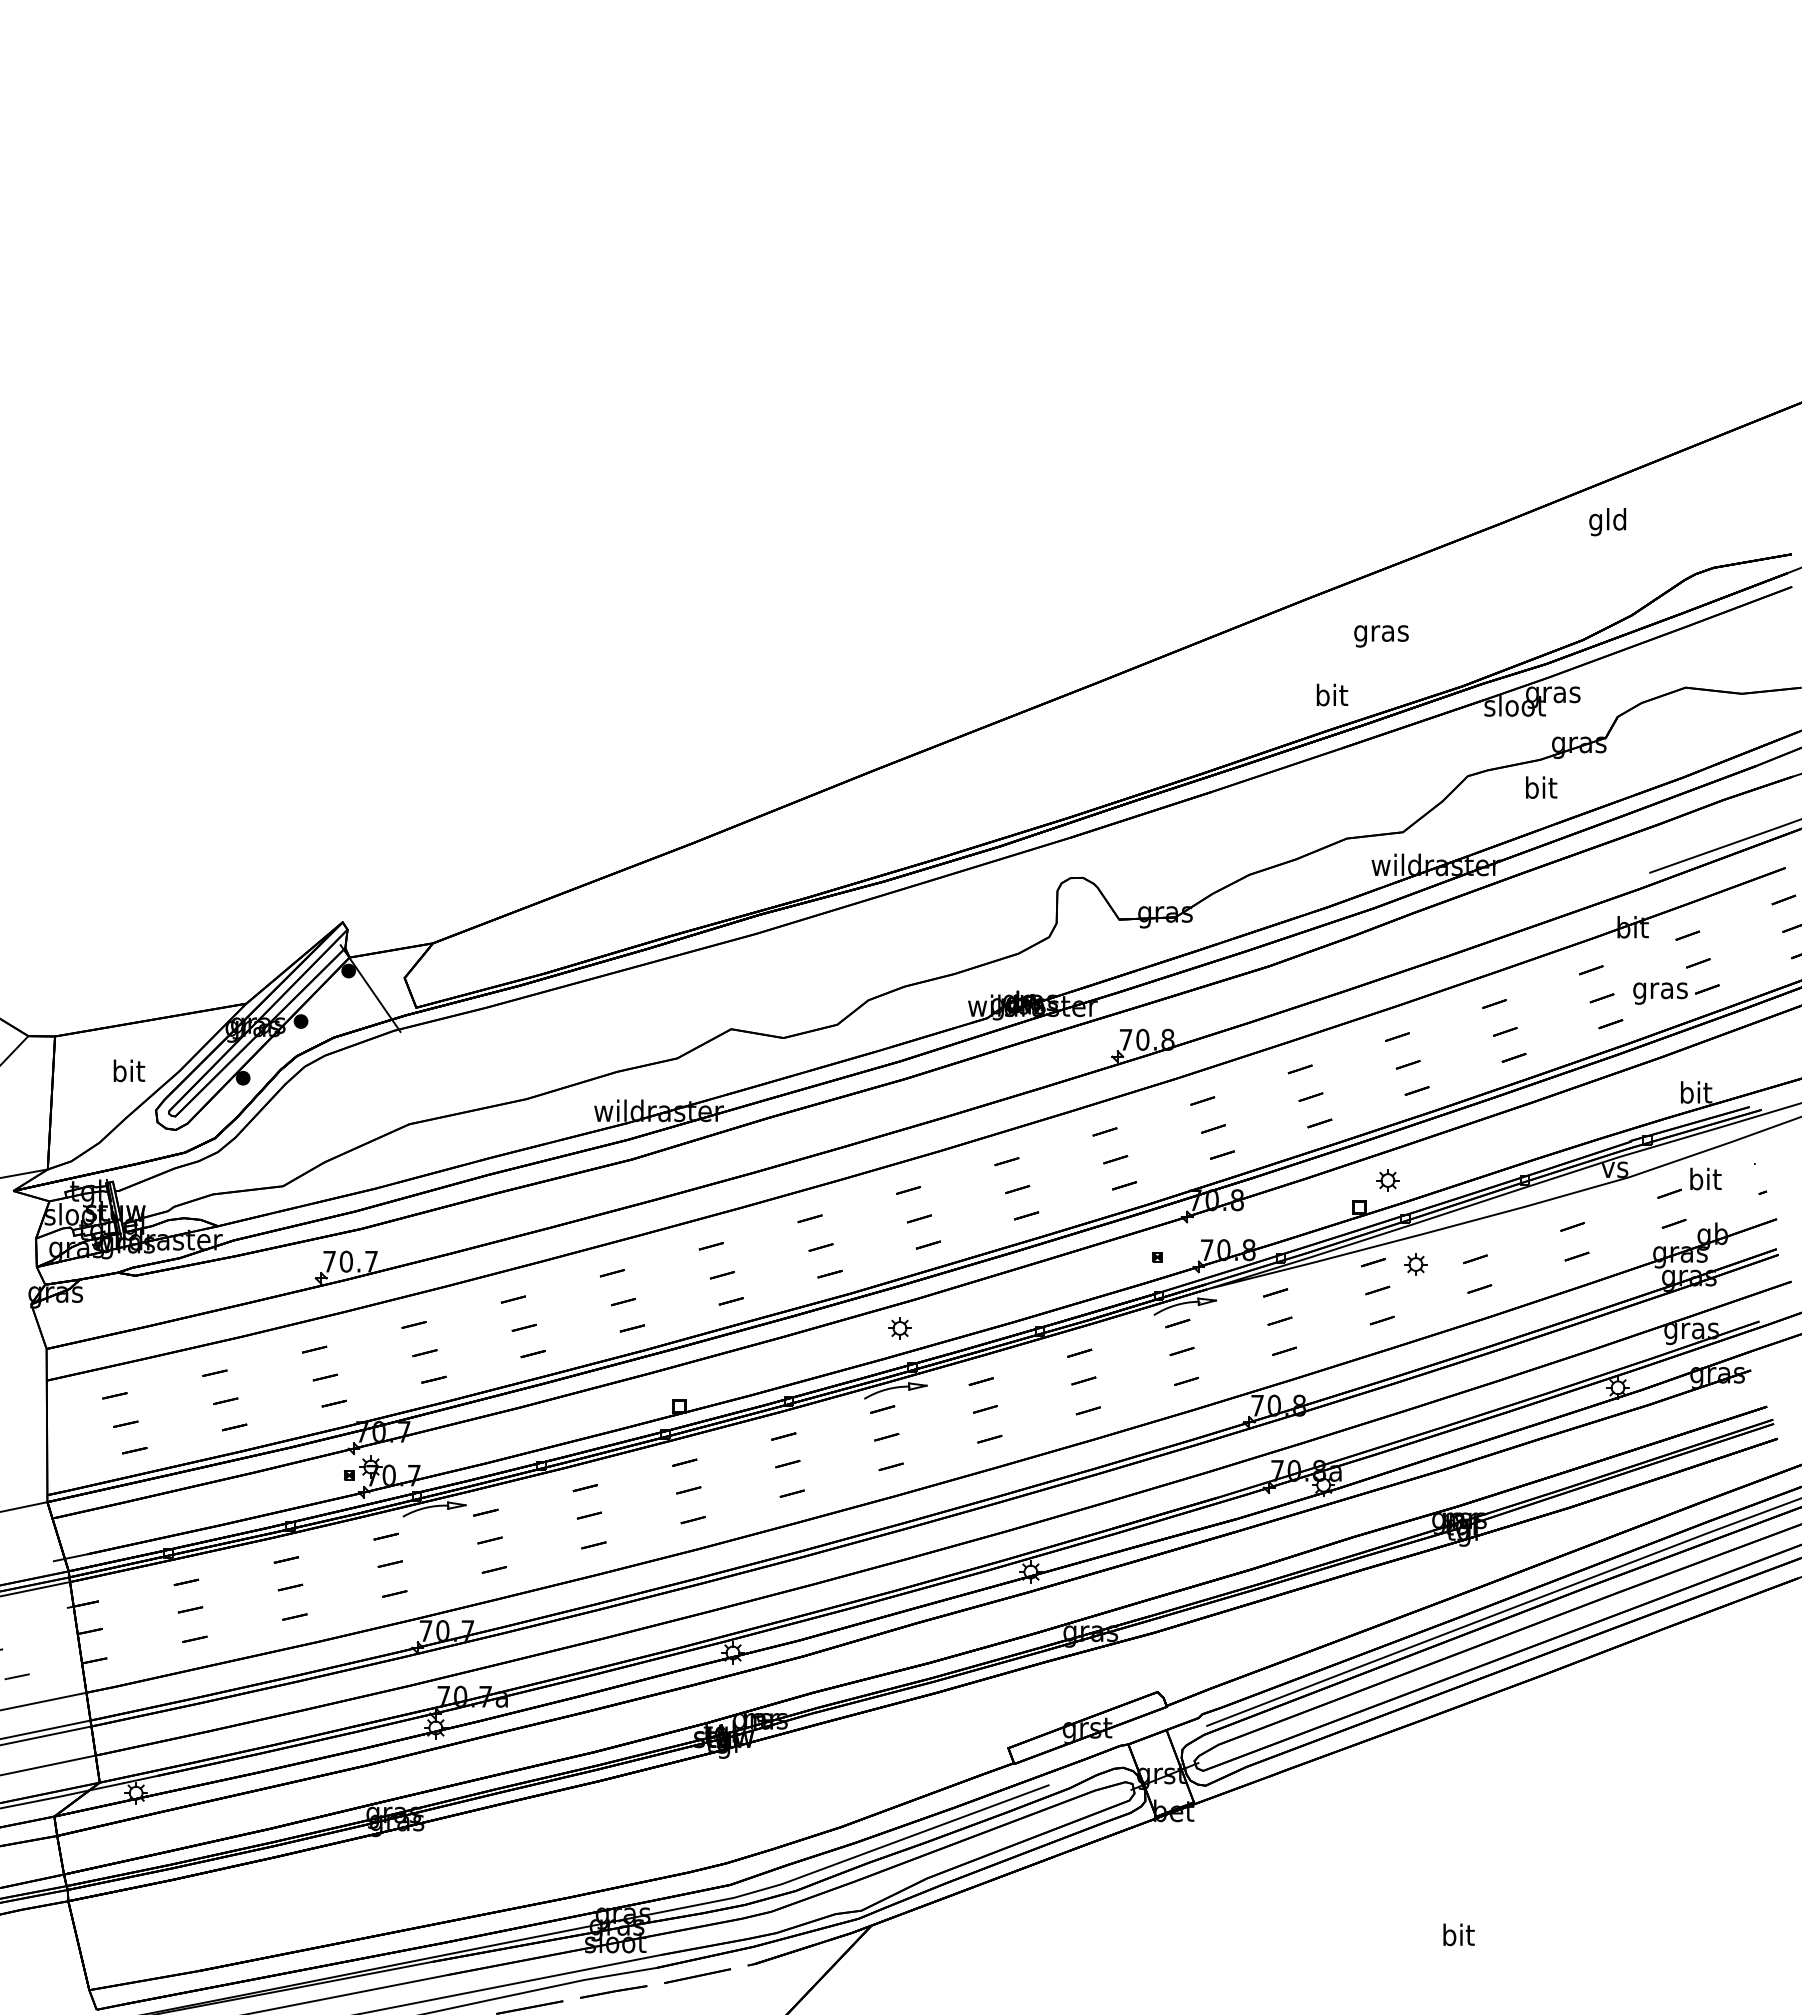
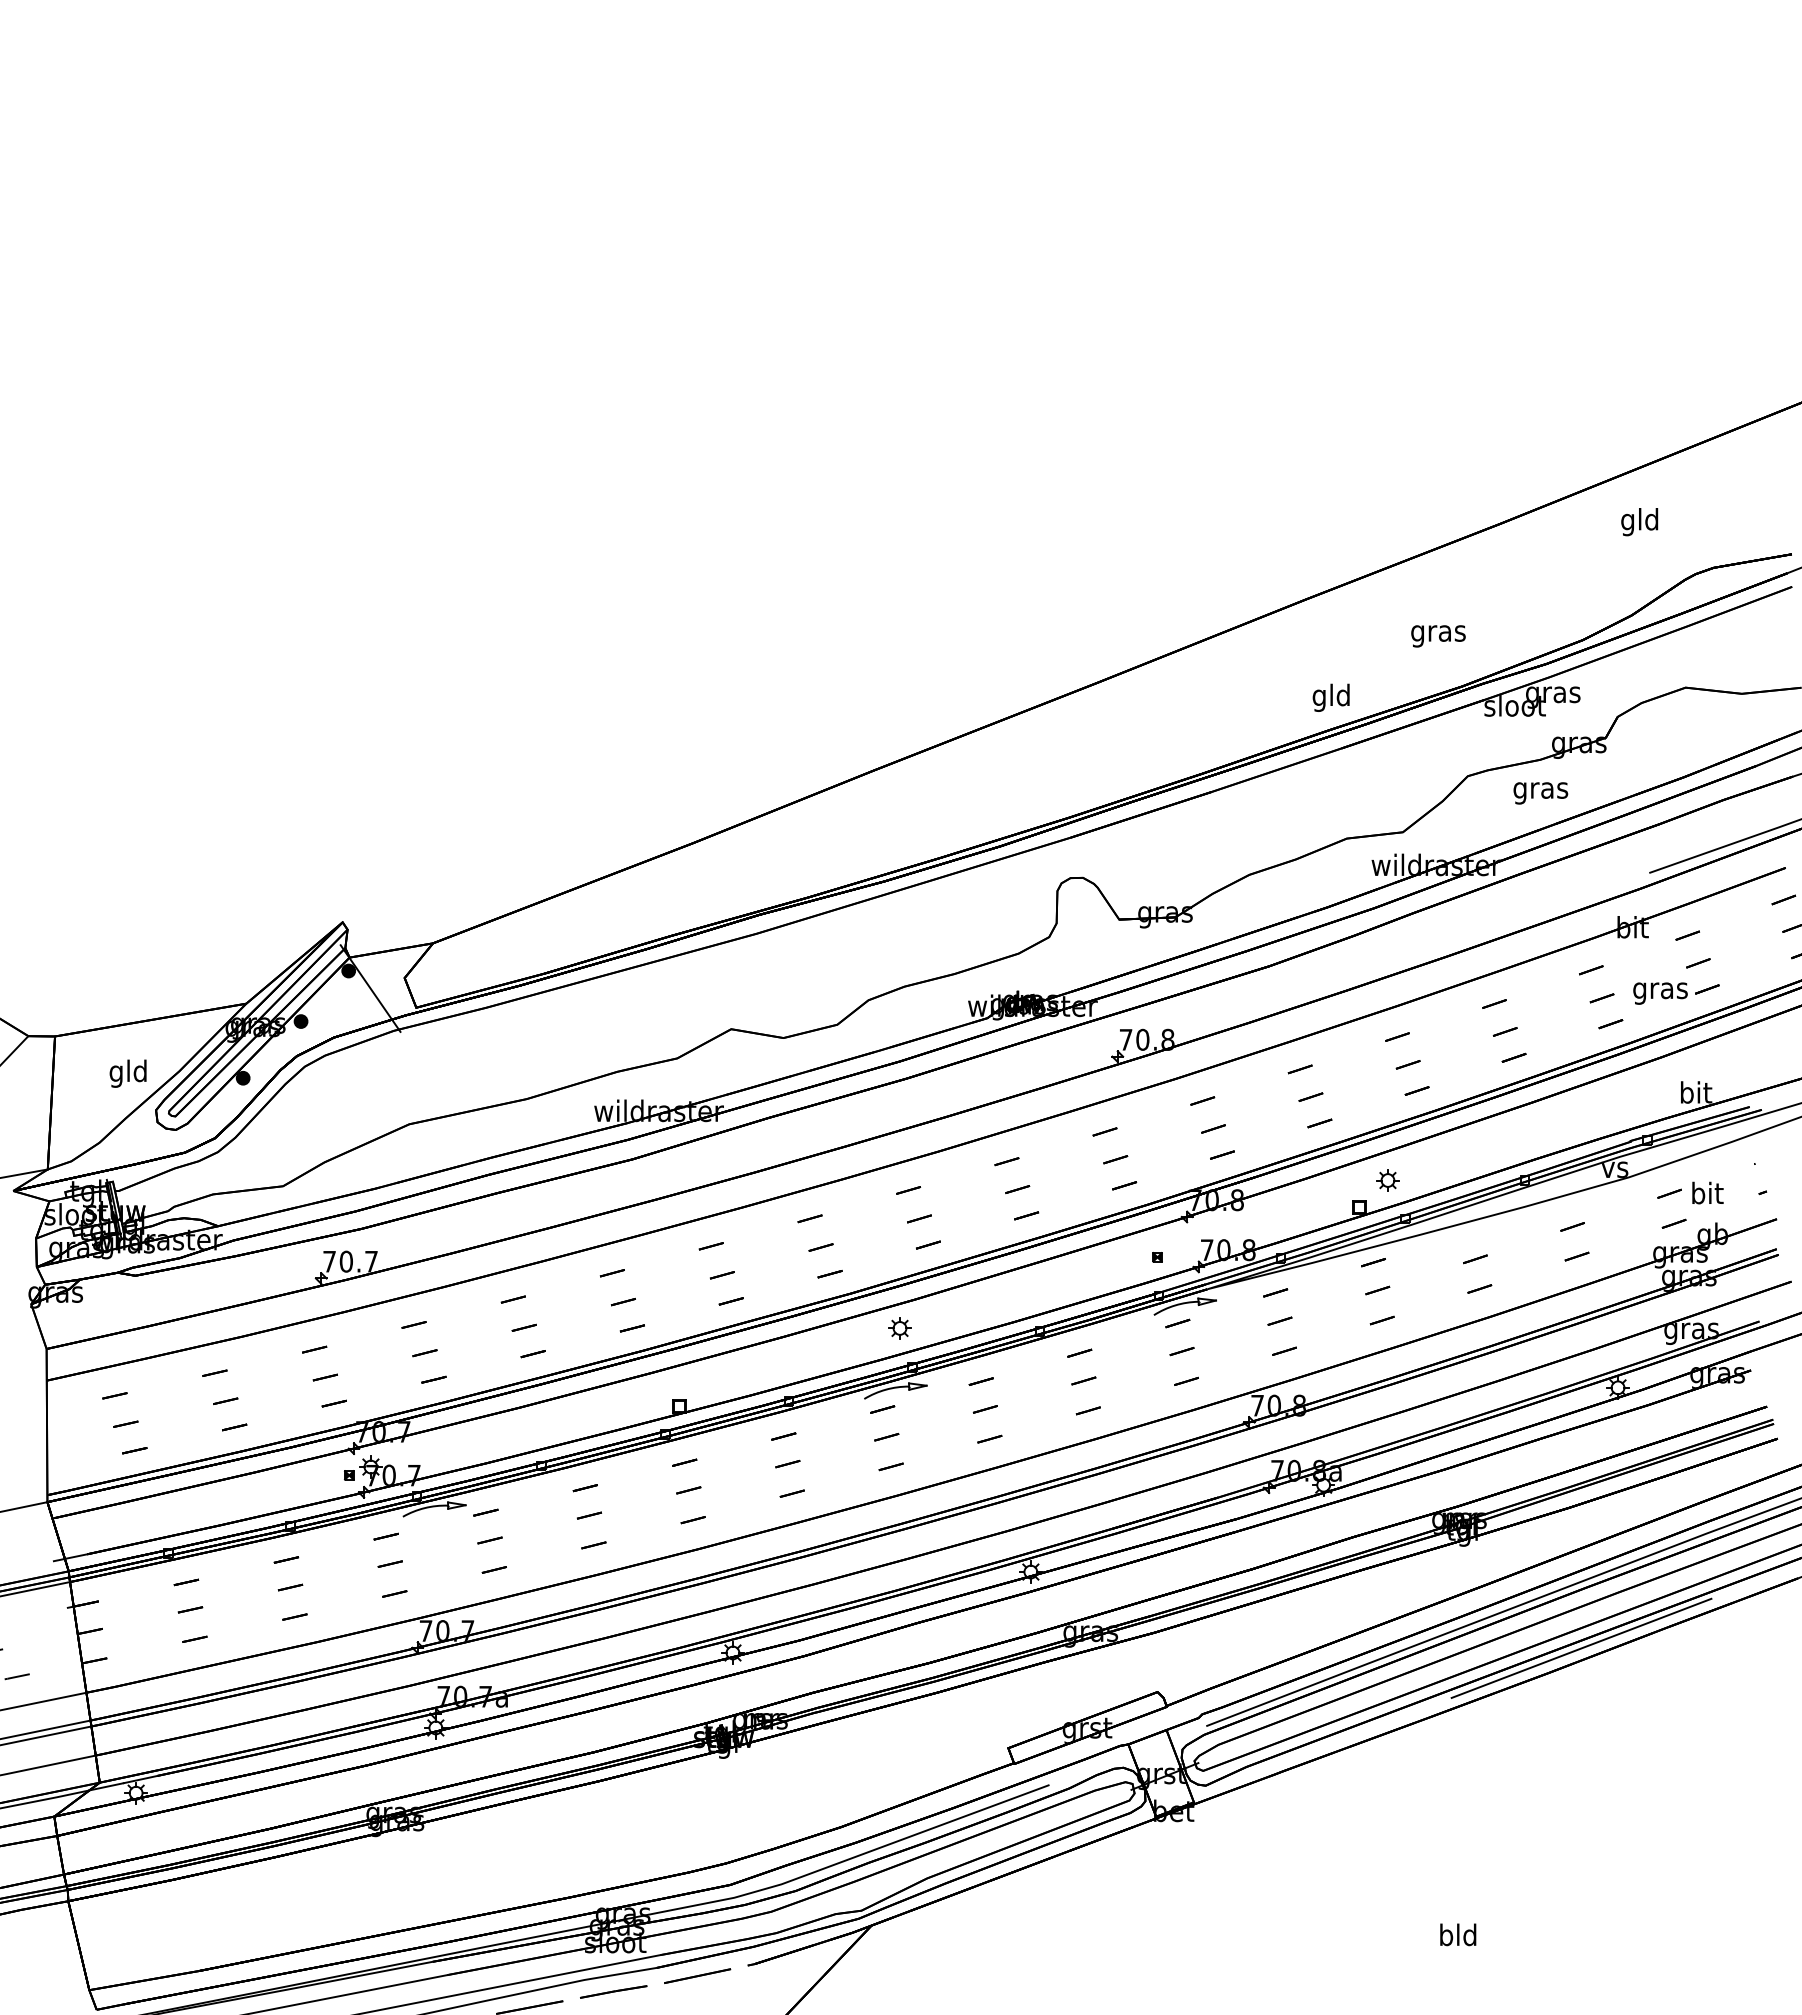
text at (1607, 522) position: (1607, 522) -> (1639, 522)
text at (1381, 636) position: (1381, 636) -> (1438, 636)
text at (1330, 697): bit -> gld
text at (1540, 790): bit -> gras
text at (127, 1073): bit -> gld
text at (1705, 1178) position: (1705, 1178) -> (1707, 1192)
part at (1415, 1264): present -> none
line at (1581, 1647): none -> present
text at (1458, 1934): bit -> bld
